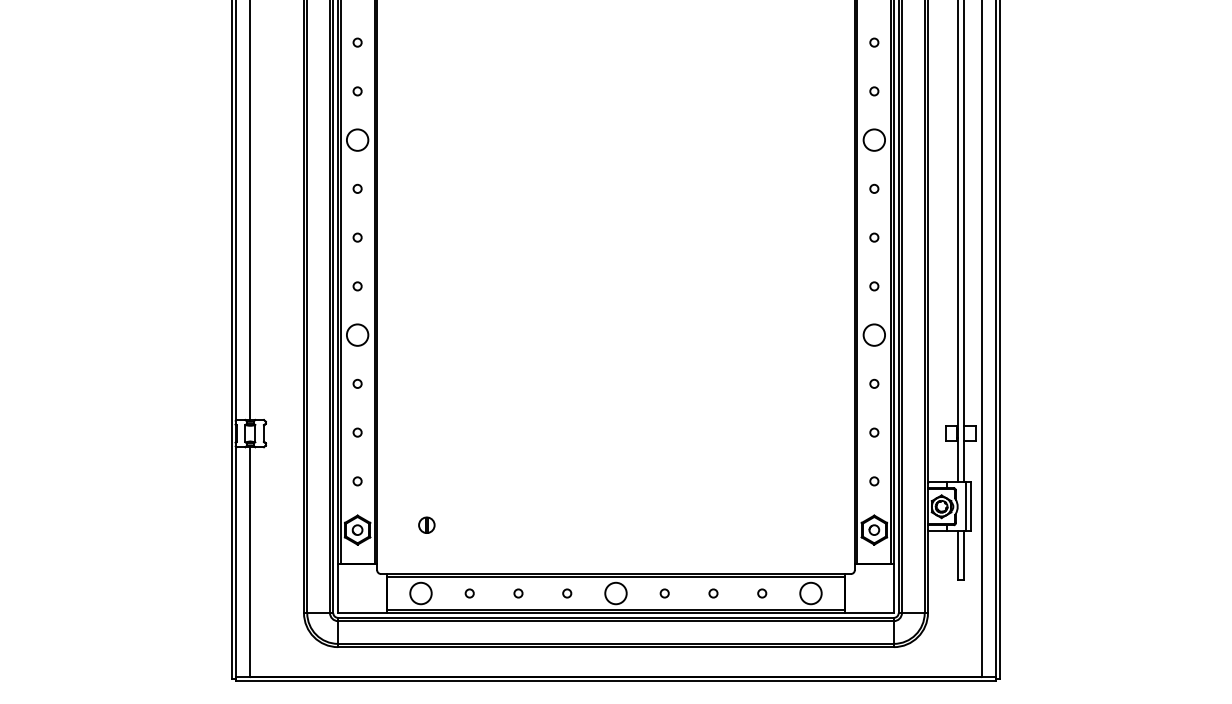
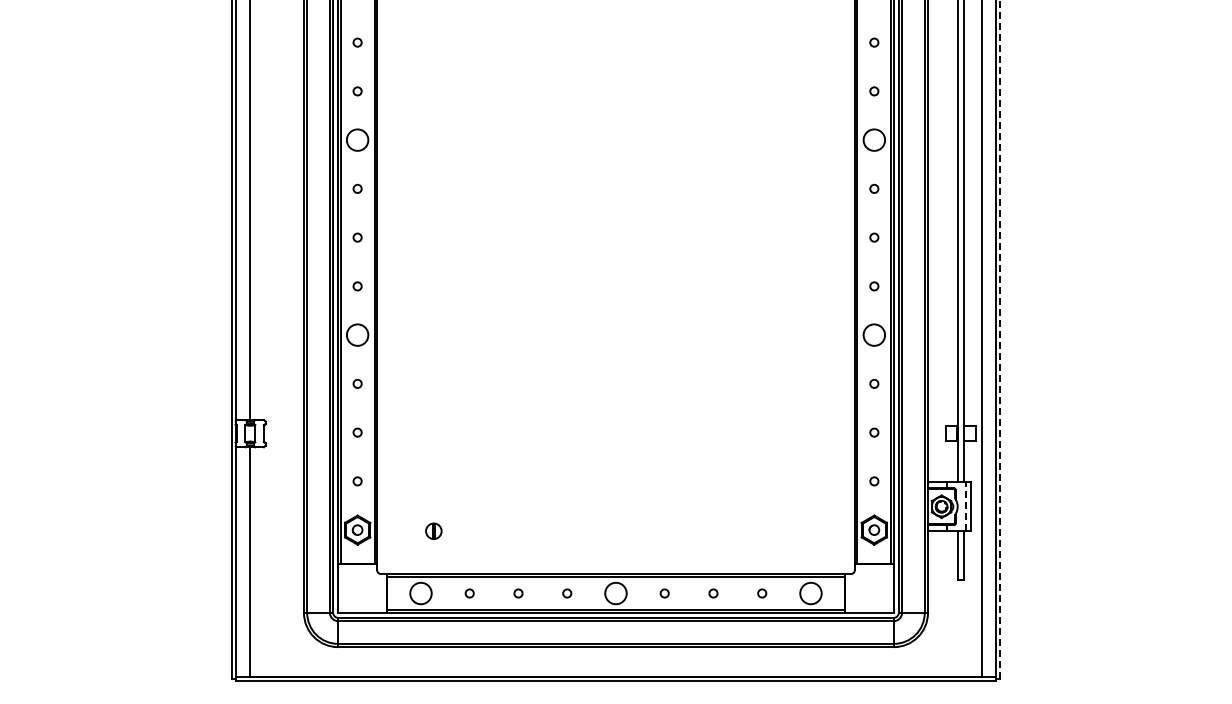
line at (1000, 340): solid -> dashed
line at (966, 506): solid -> dashed
part at (426, 524) position: (426, 524) -> (433, 530)
